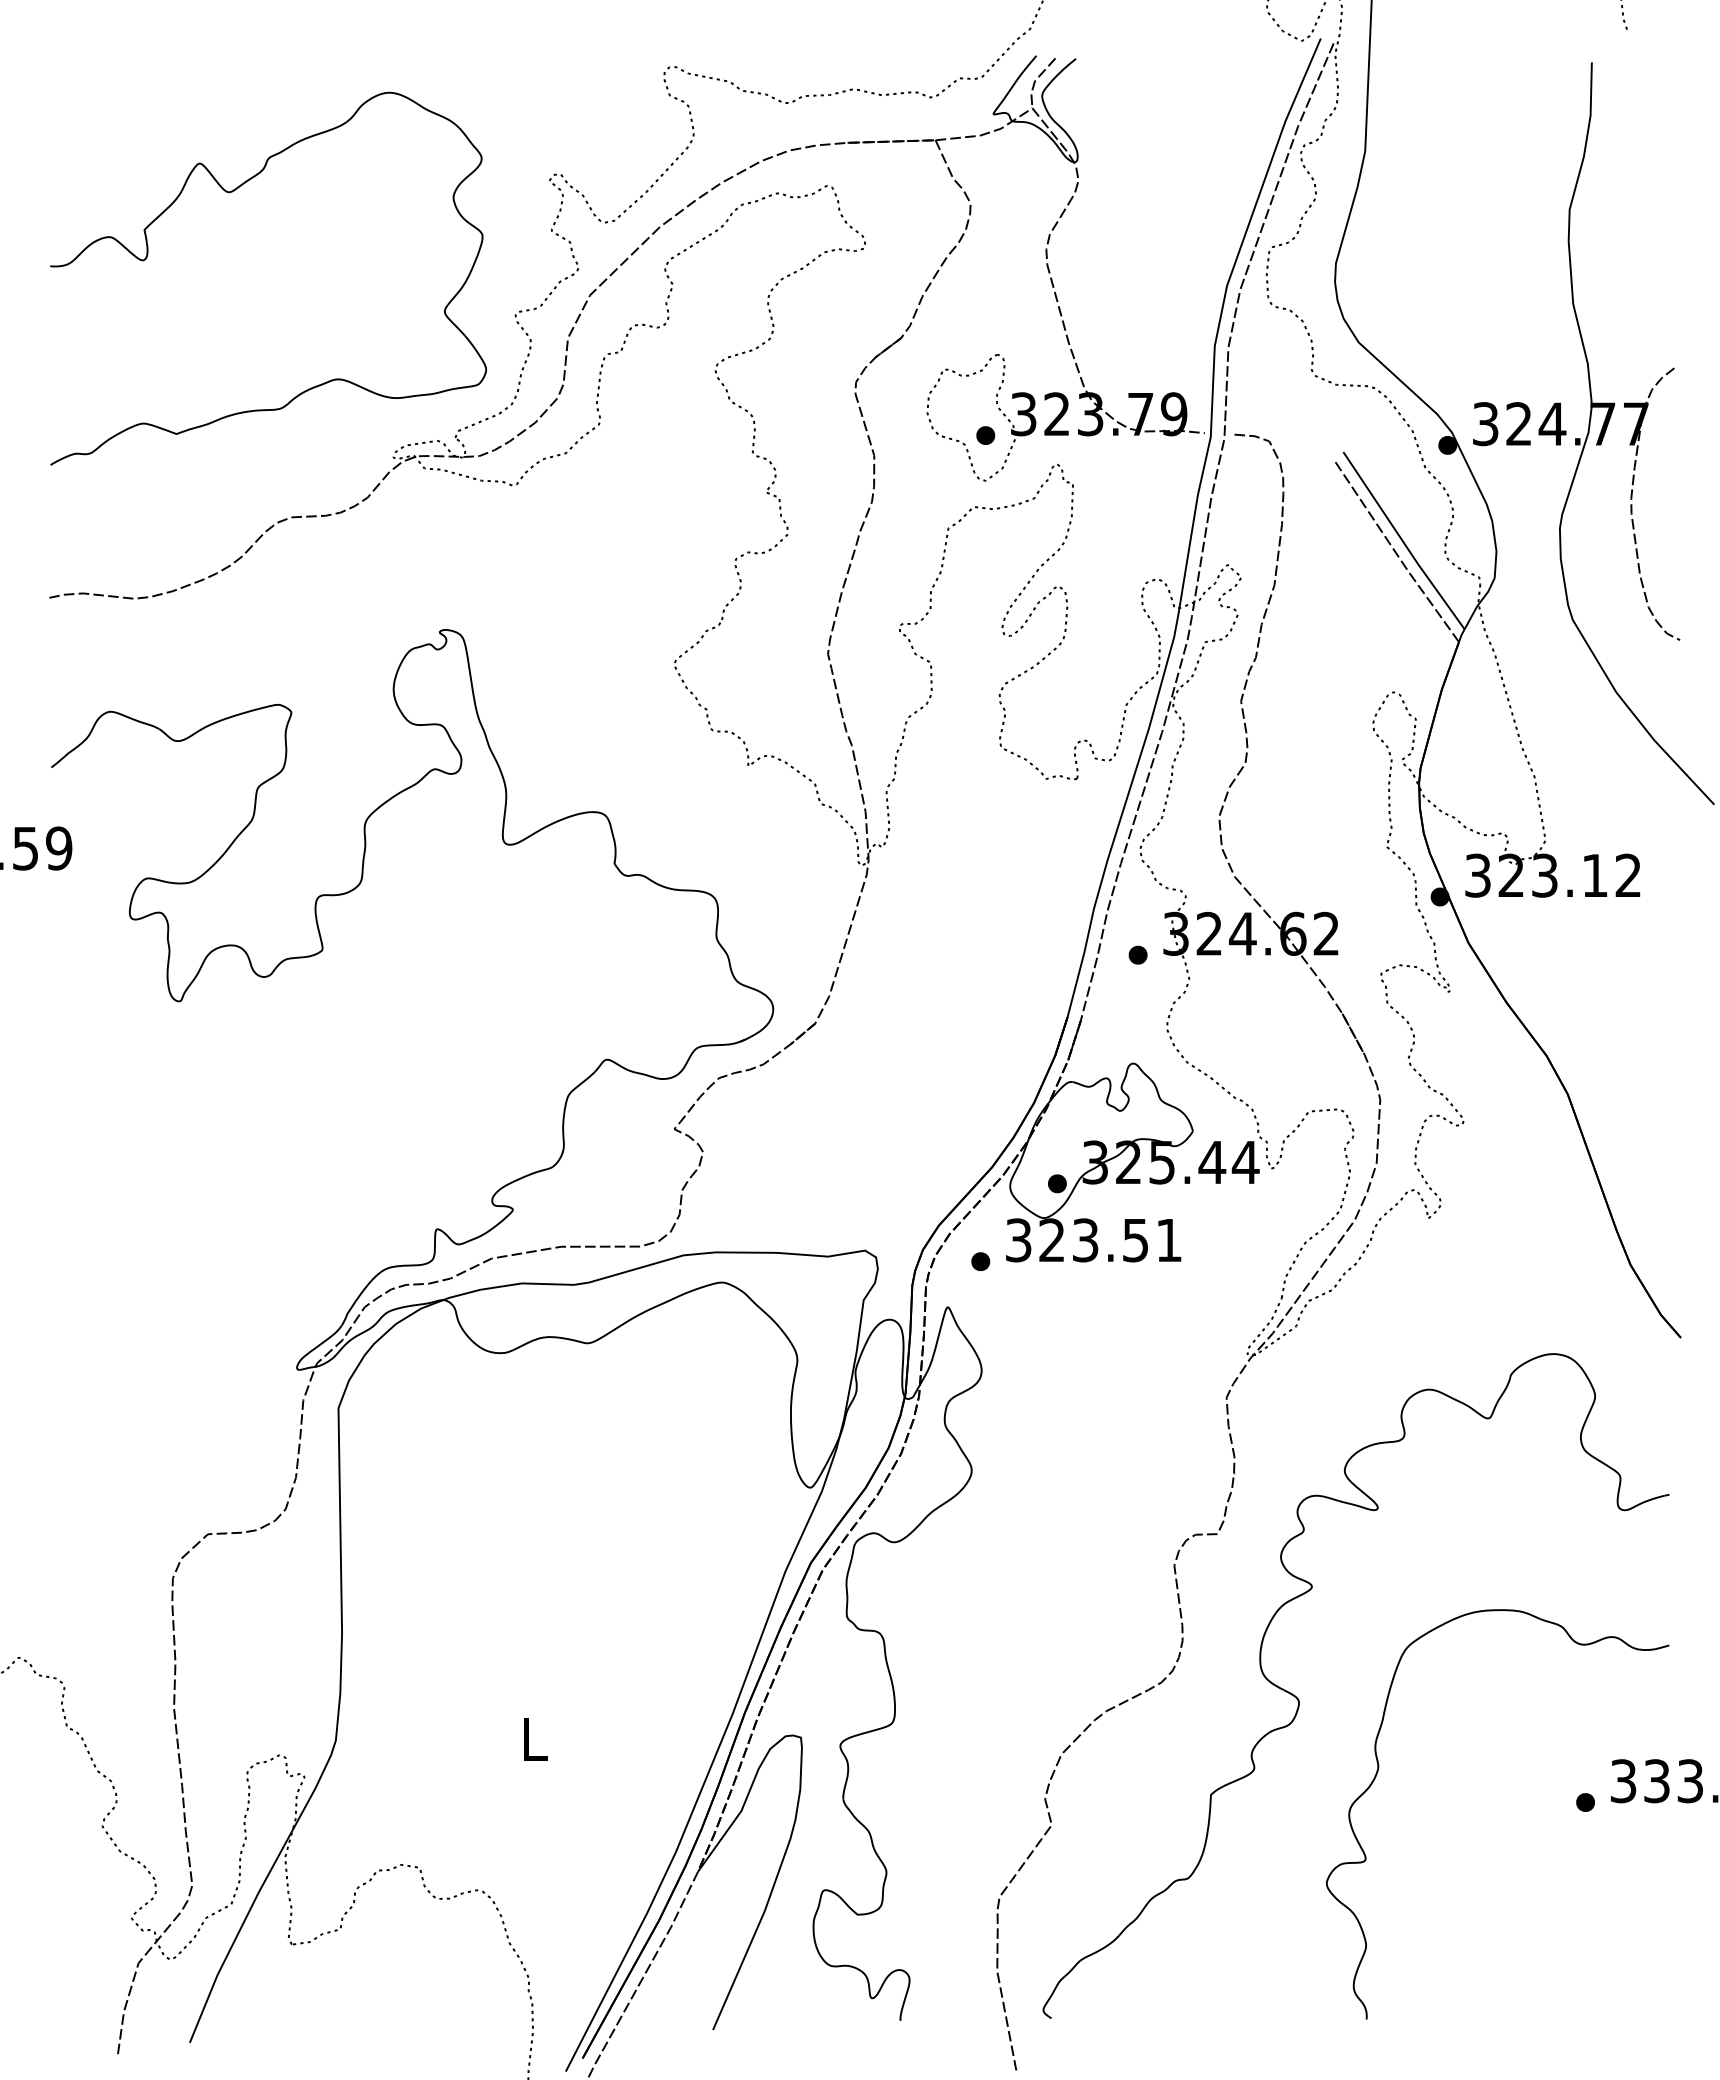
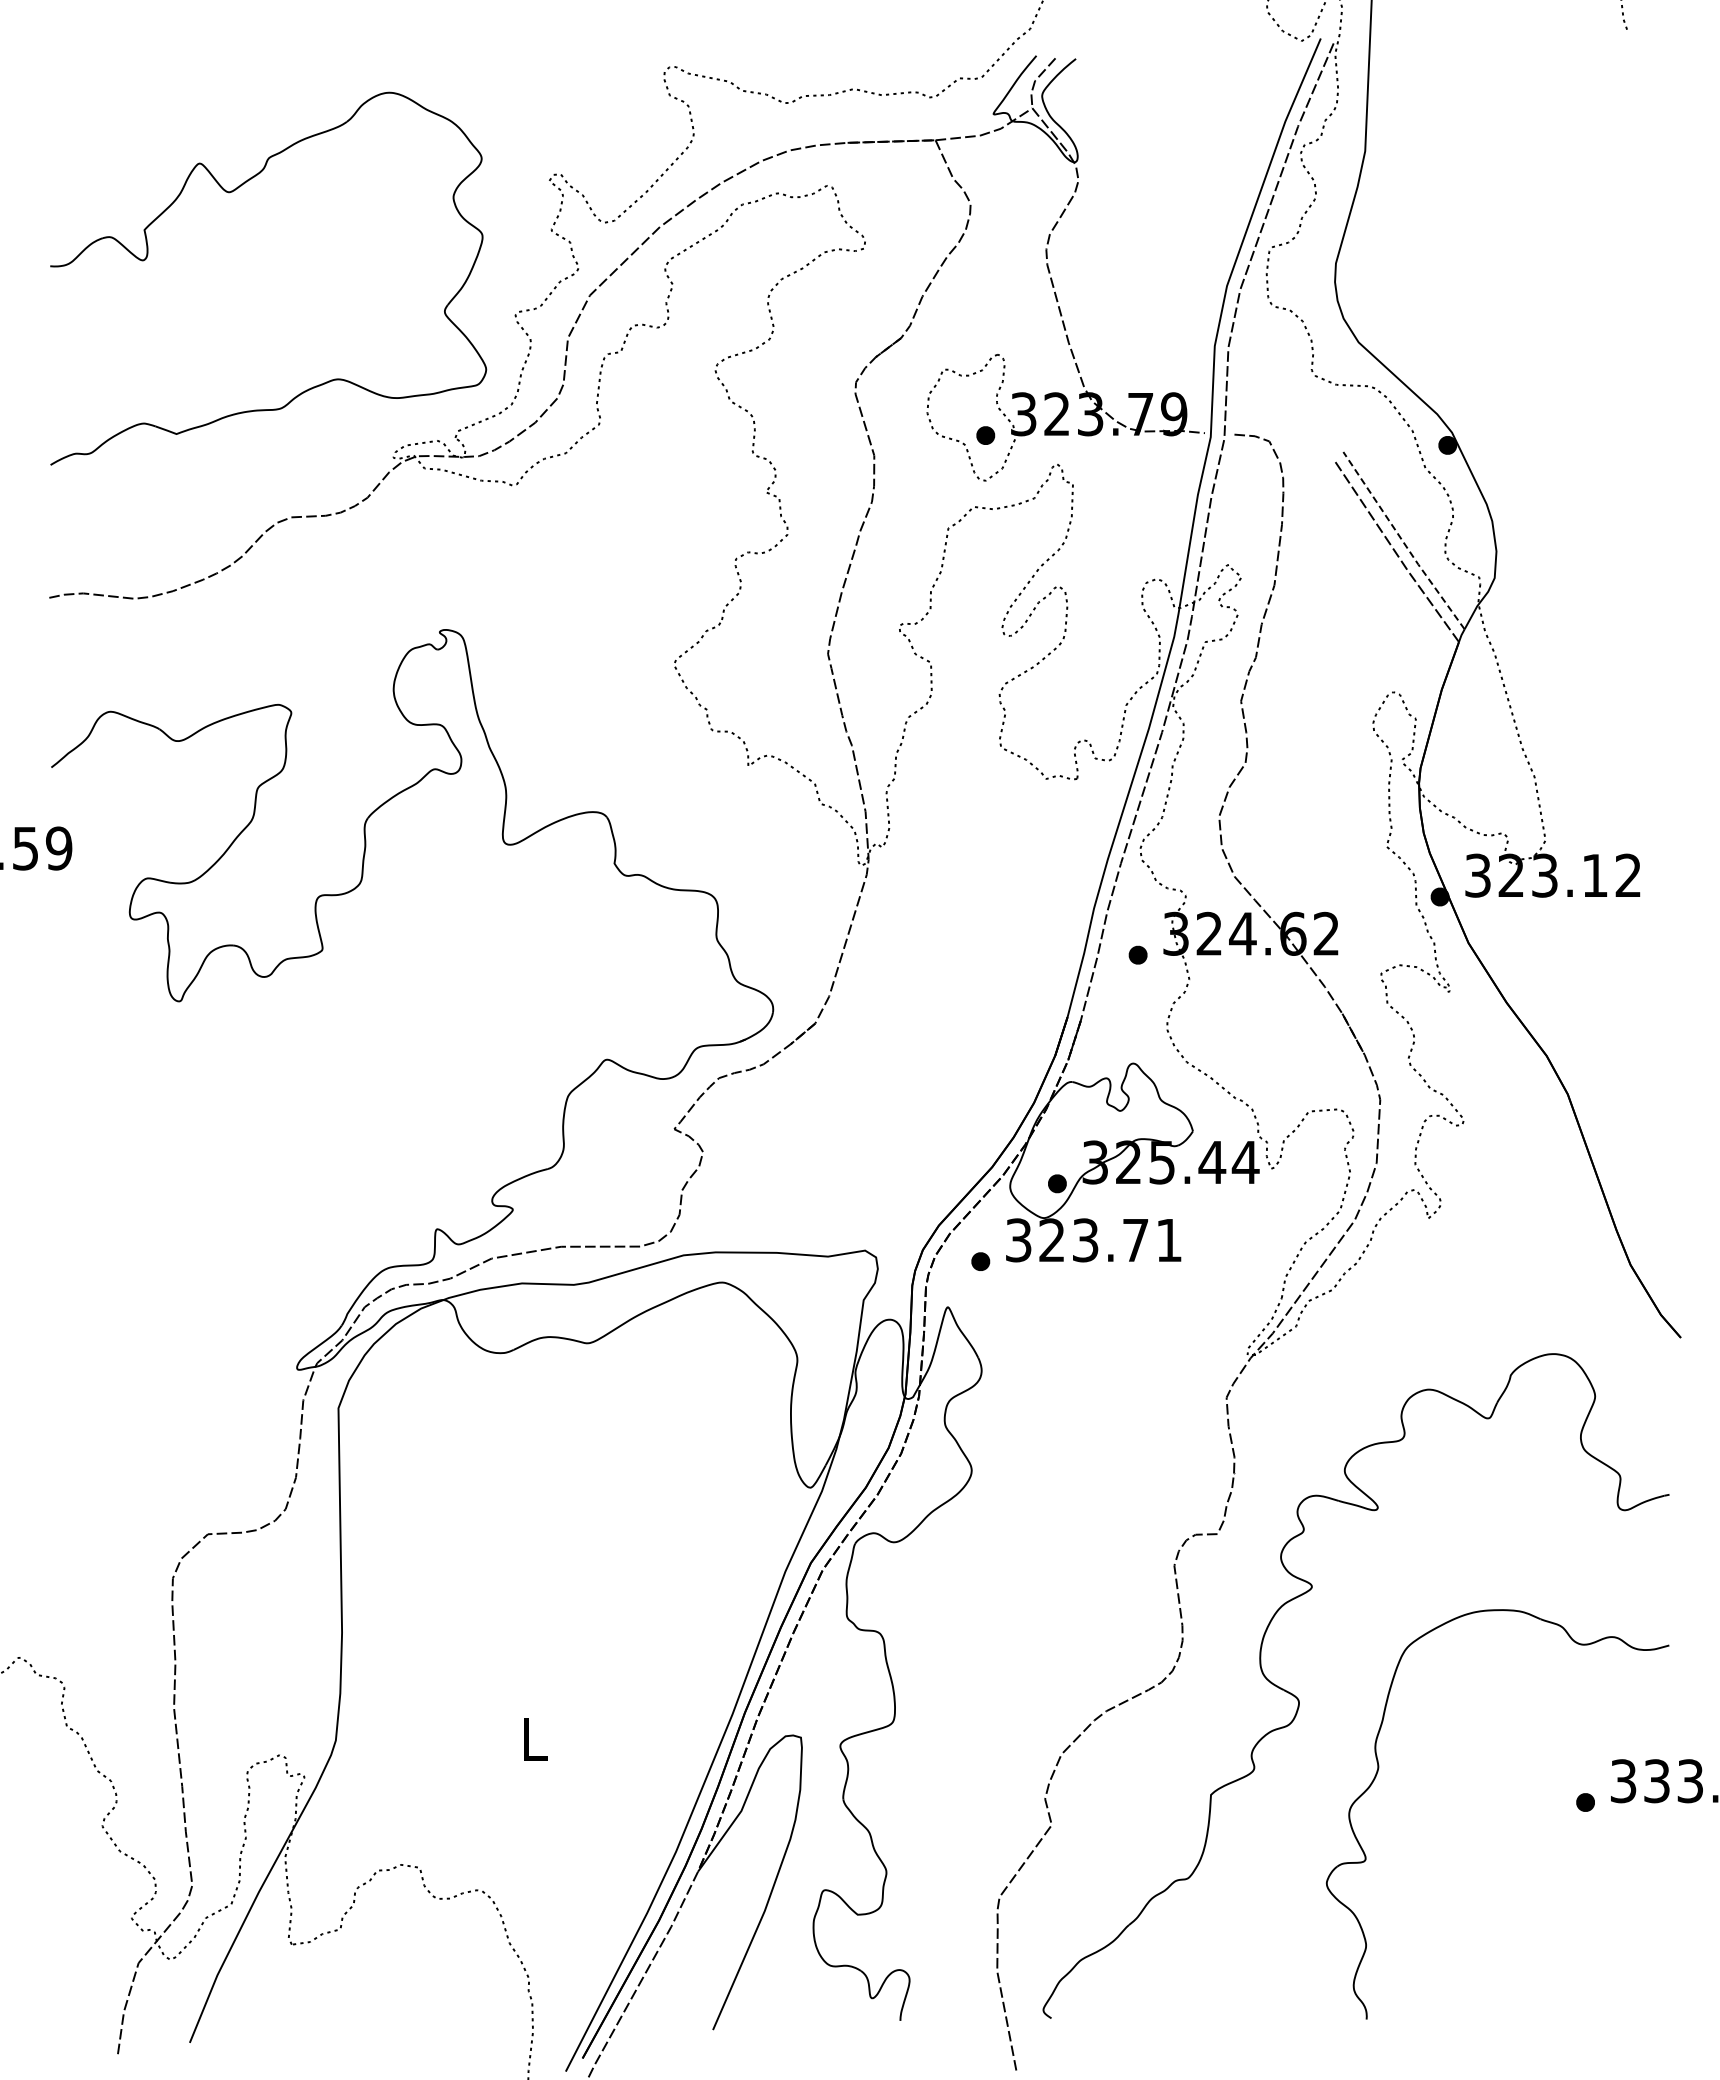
part at (1593, 433): present -> none
line at (1402, 541): solid -> dashed
text at (1135, 1240): 323.51 -> 323.71
